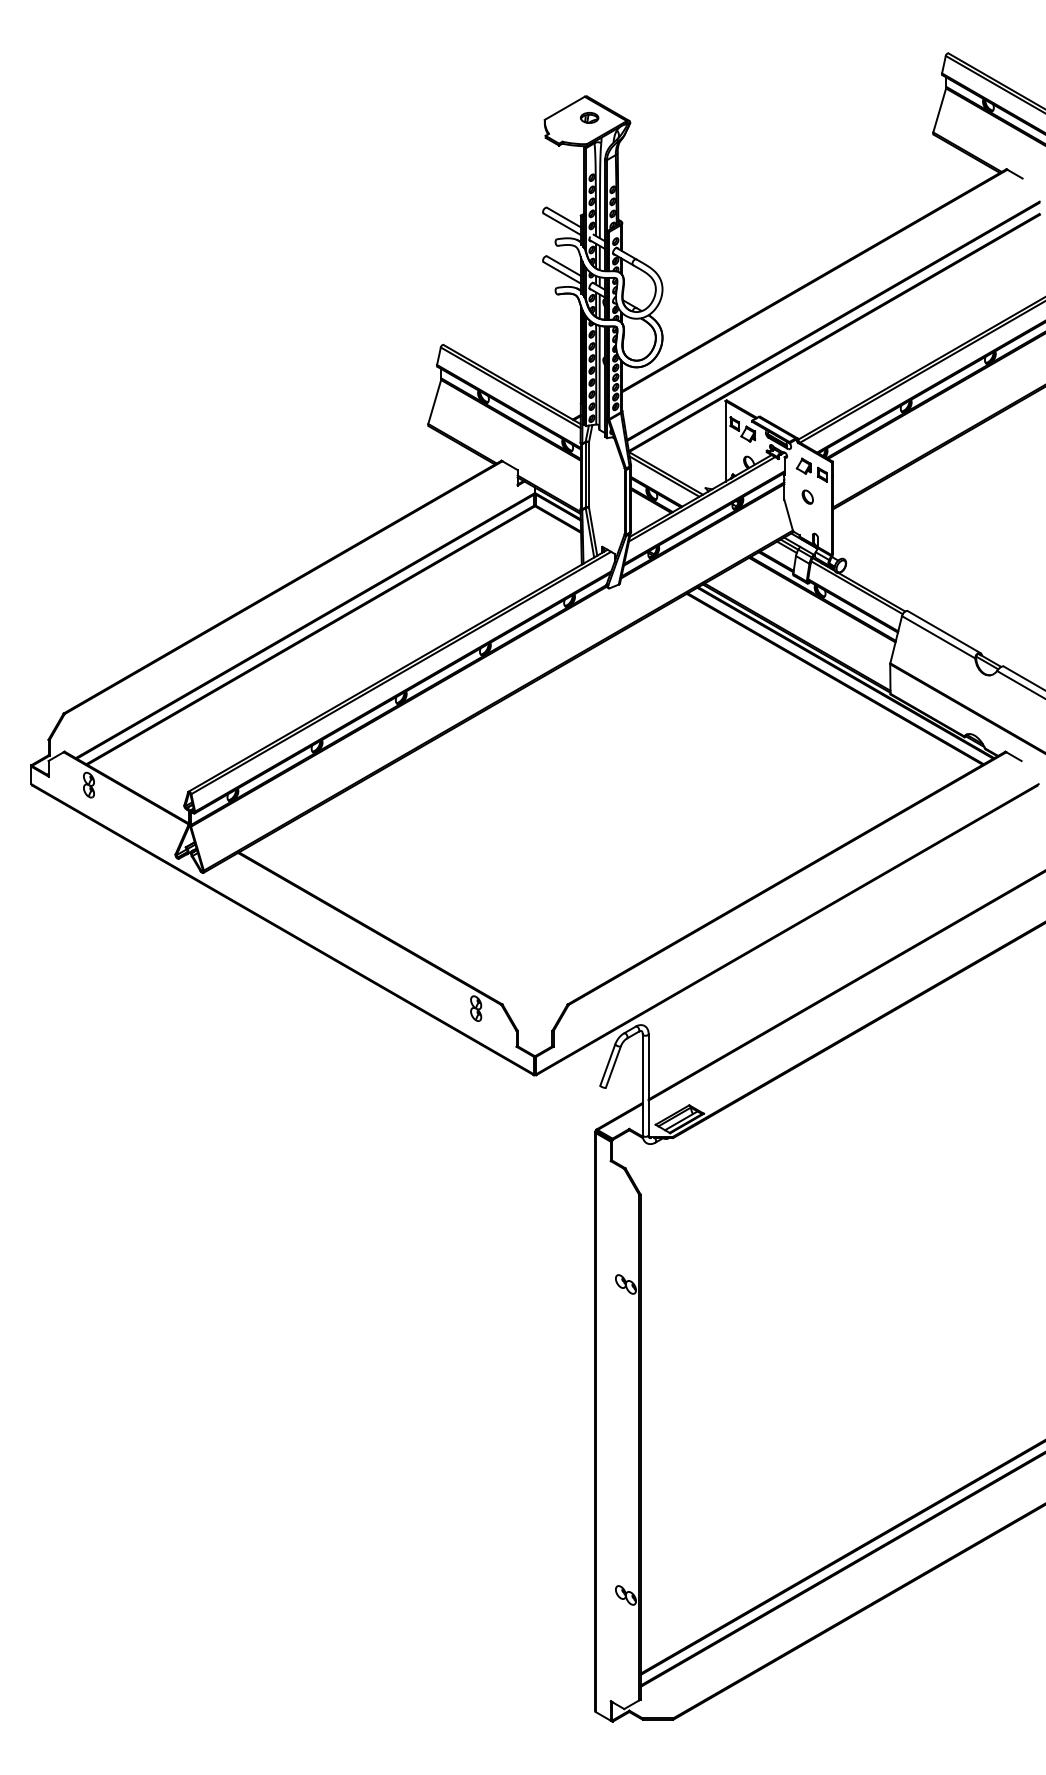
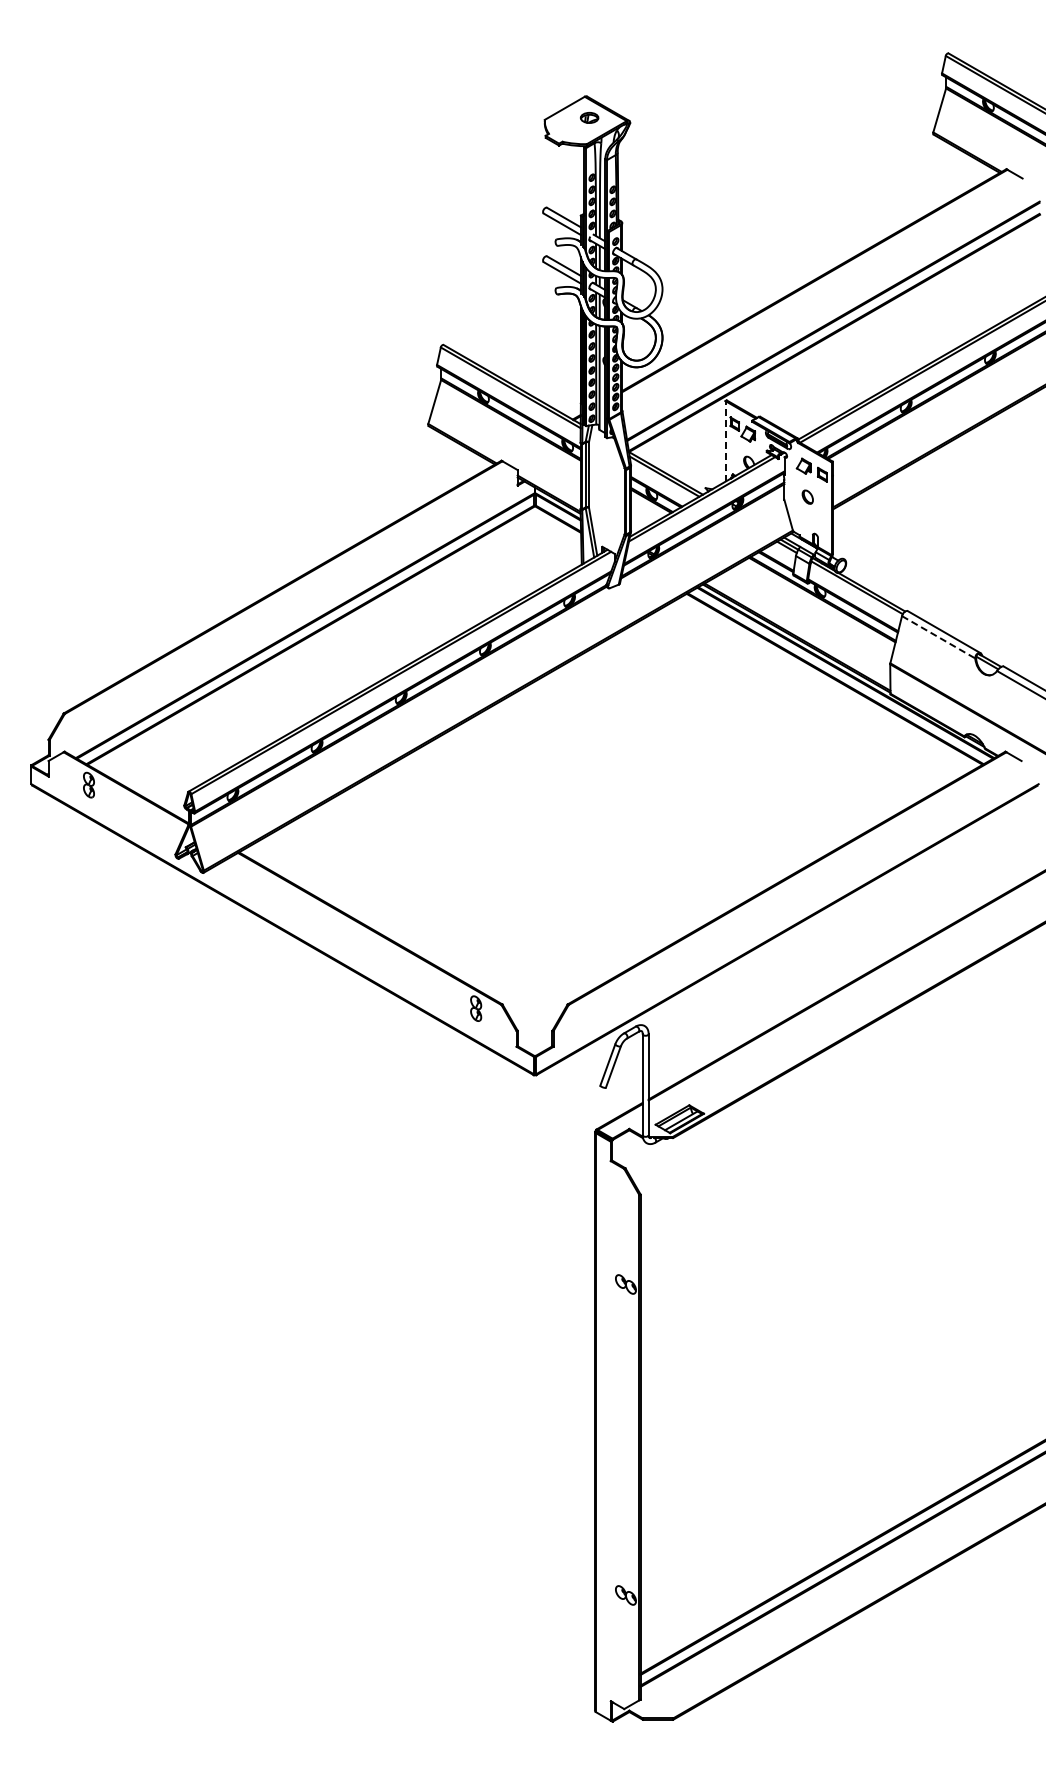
line at (725, 440): solid -> dashed
line at (939, 637): solid -> dashed
